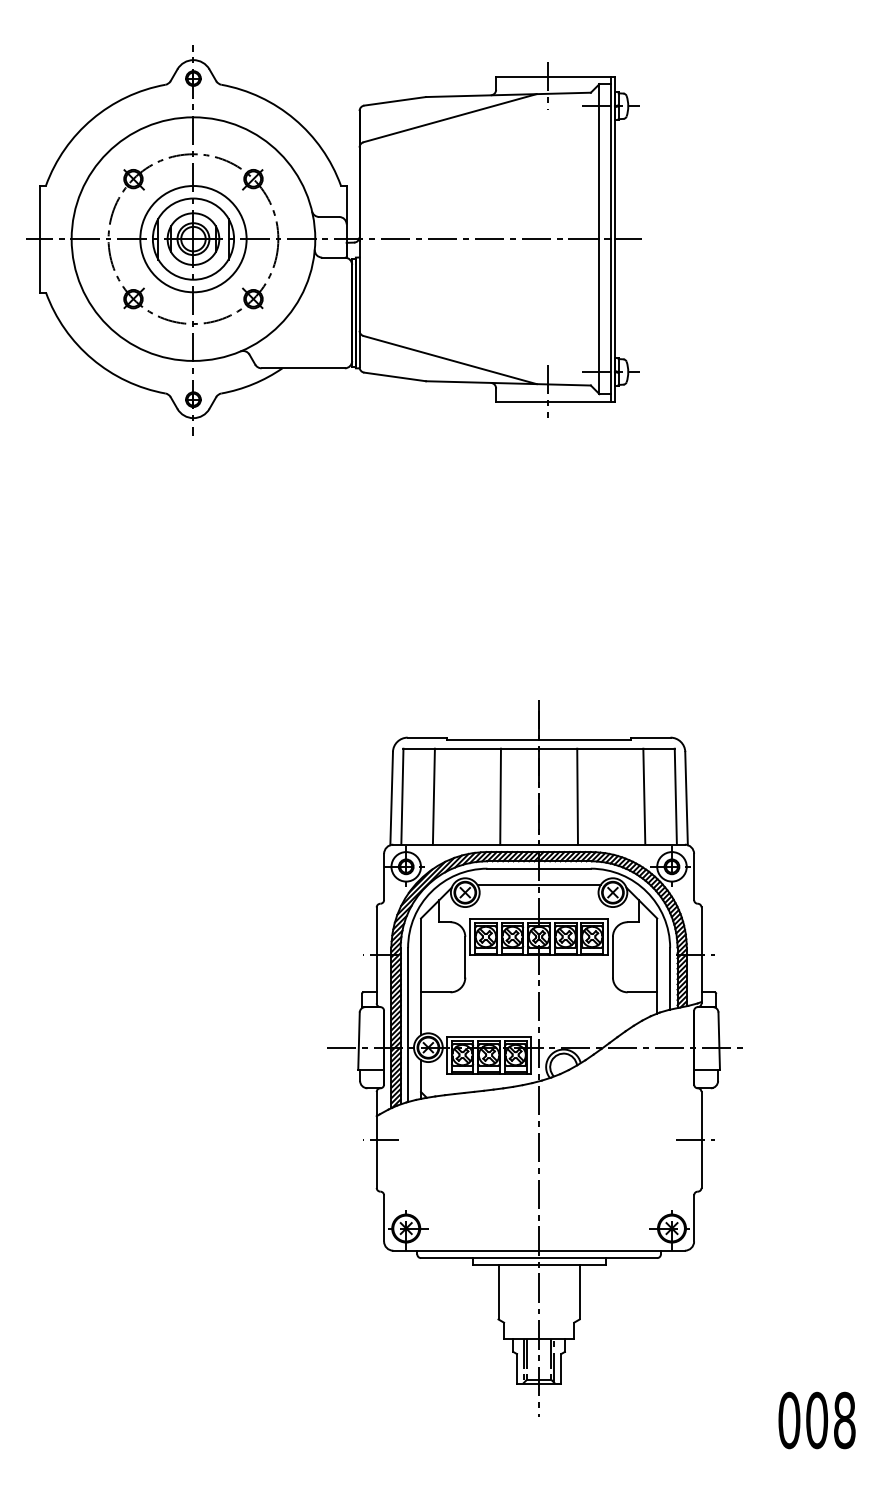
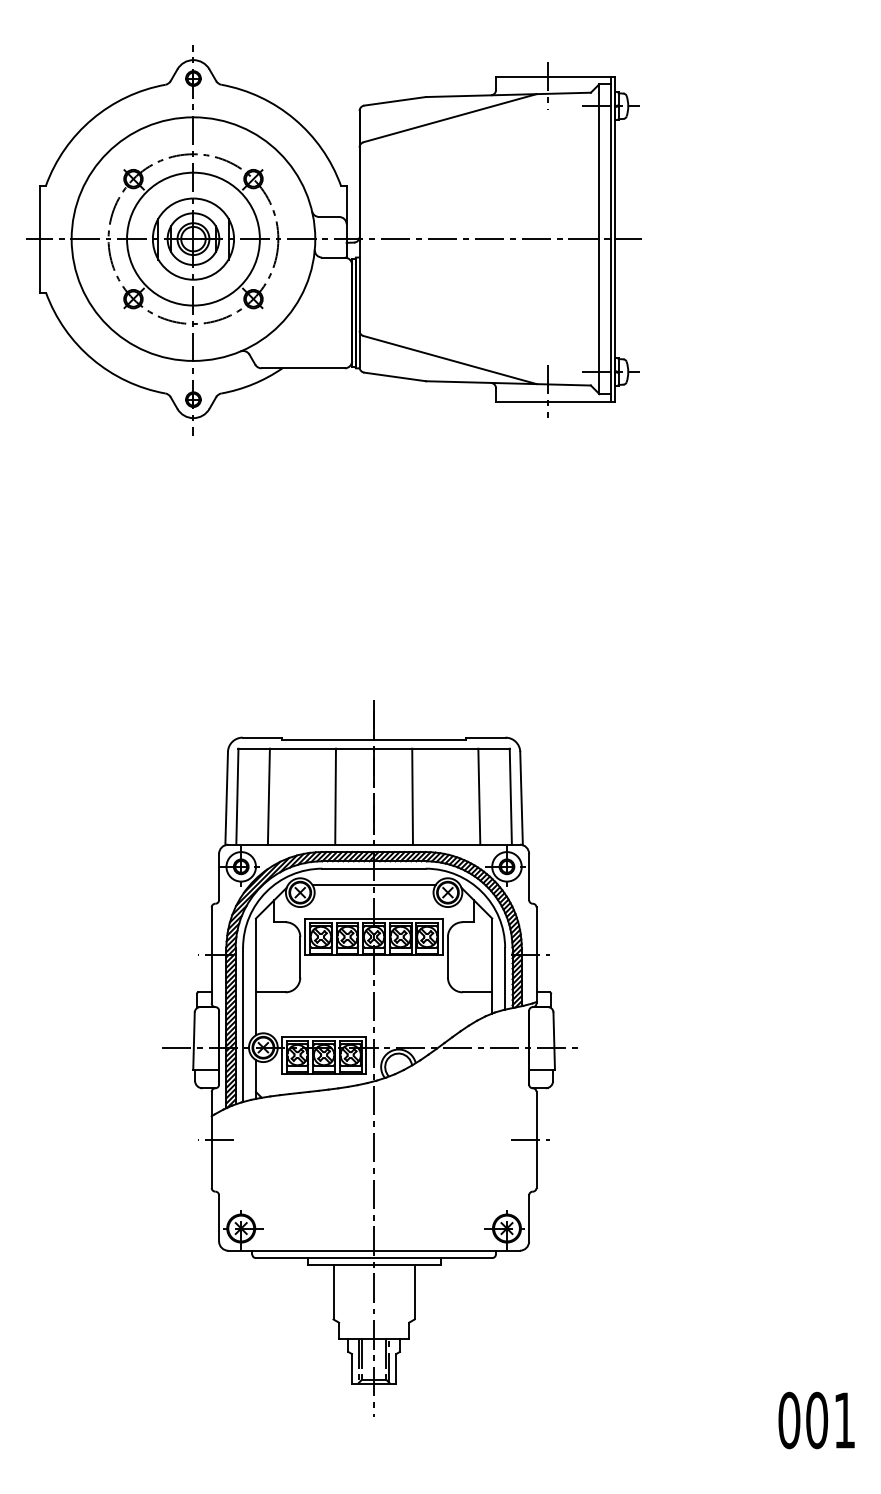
circle at (193, 239) diameter: 106 px -> 133 px
part at (534, 1058) position: (534, 1058) -> (369, 1058)
text at (844, 1420): 008 -> 001
